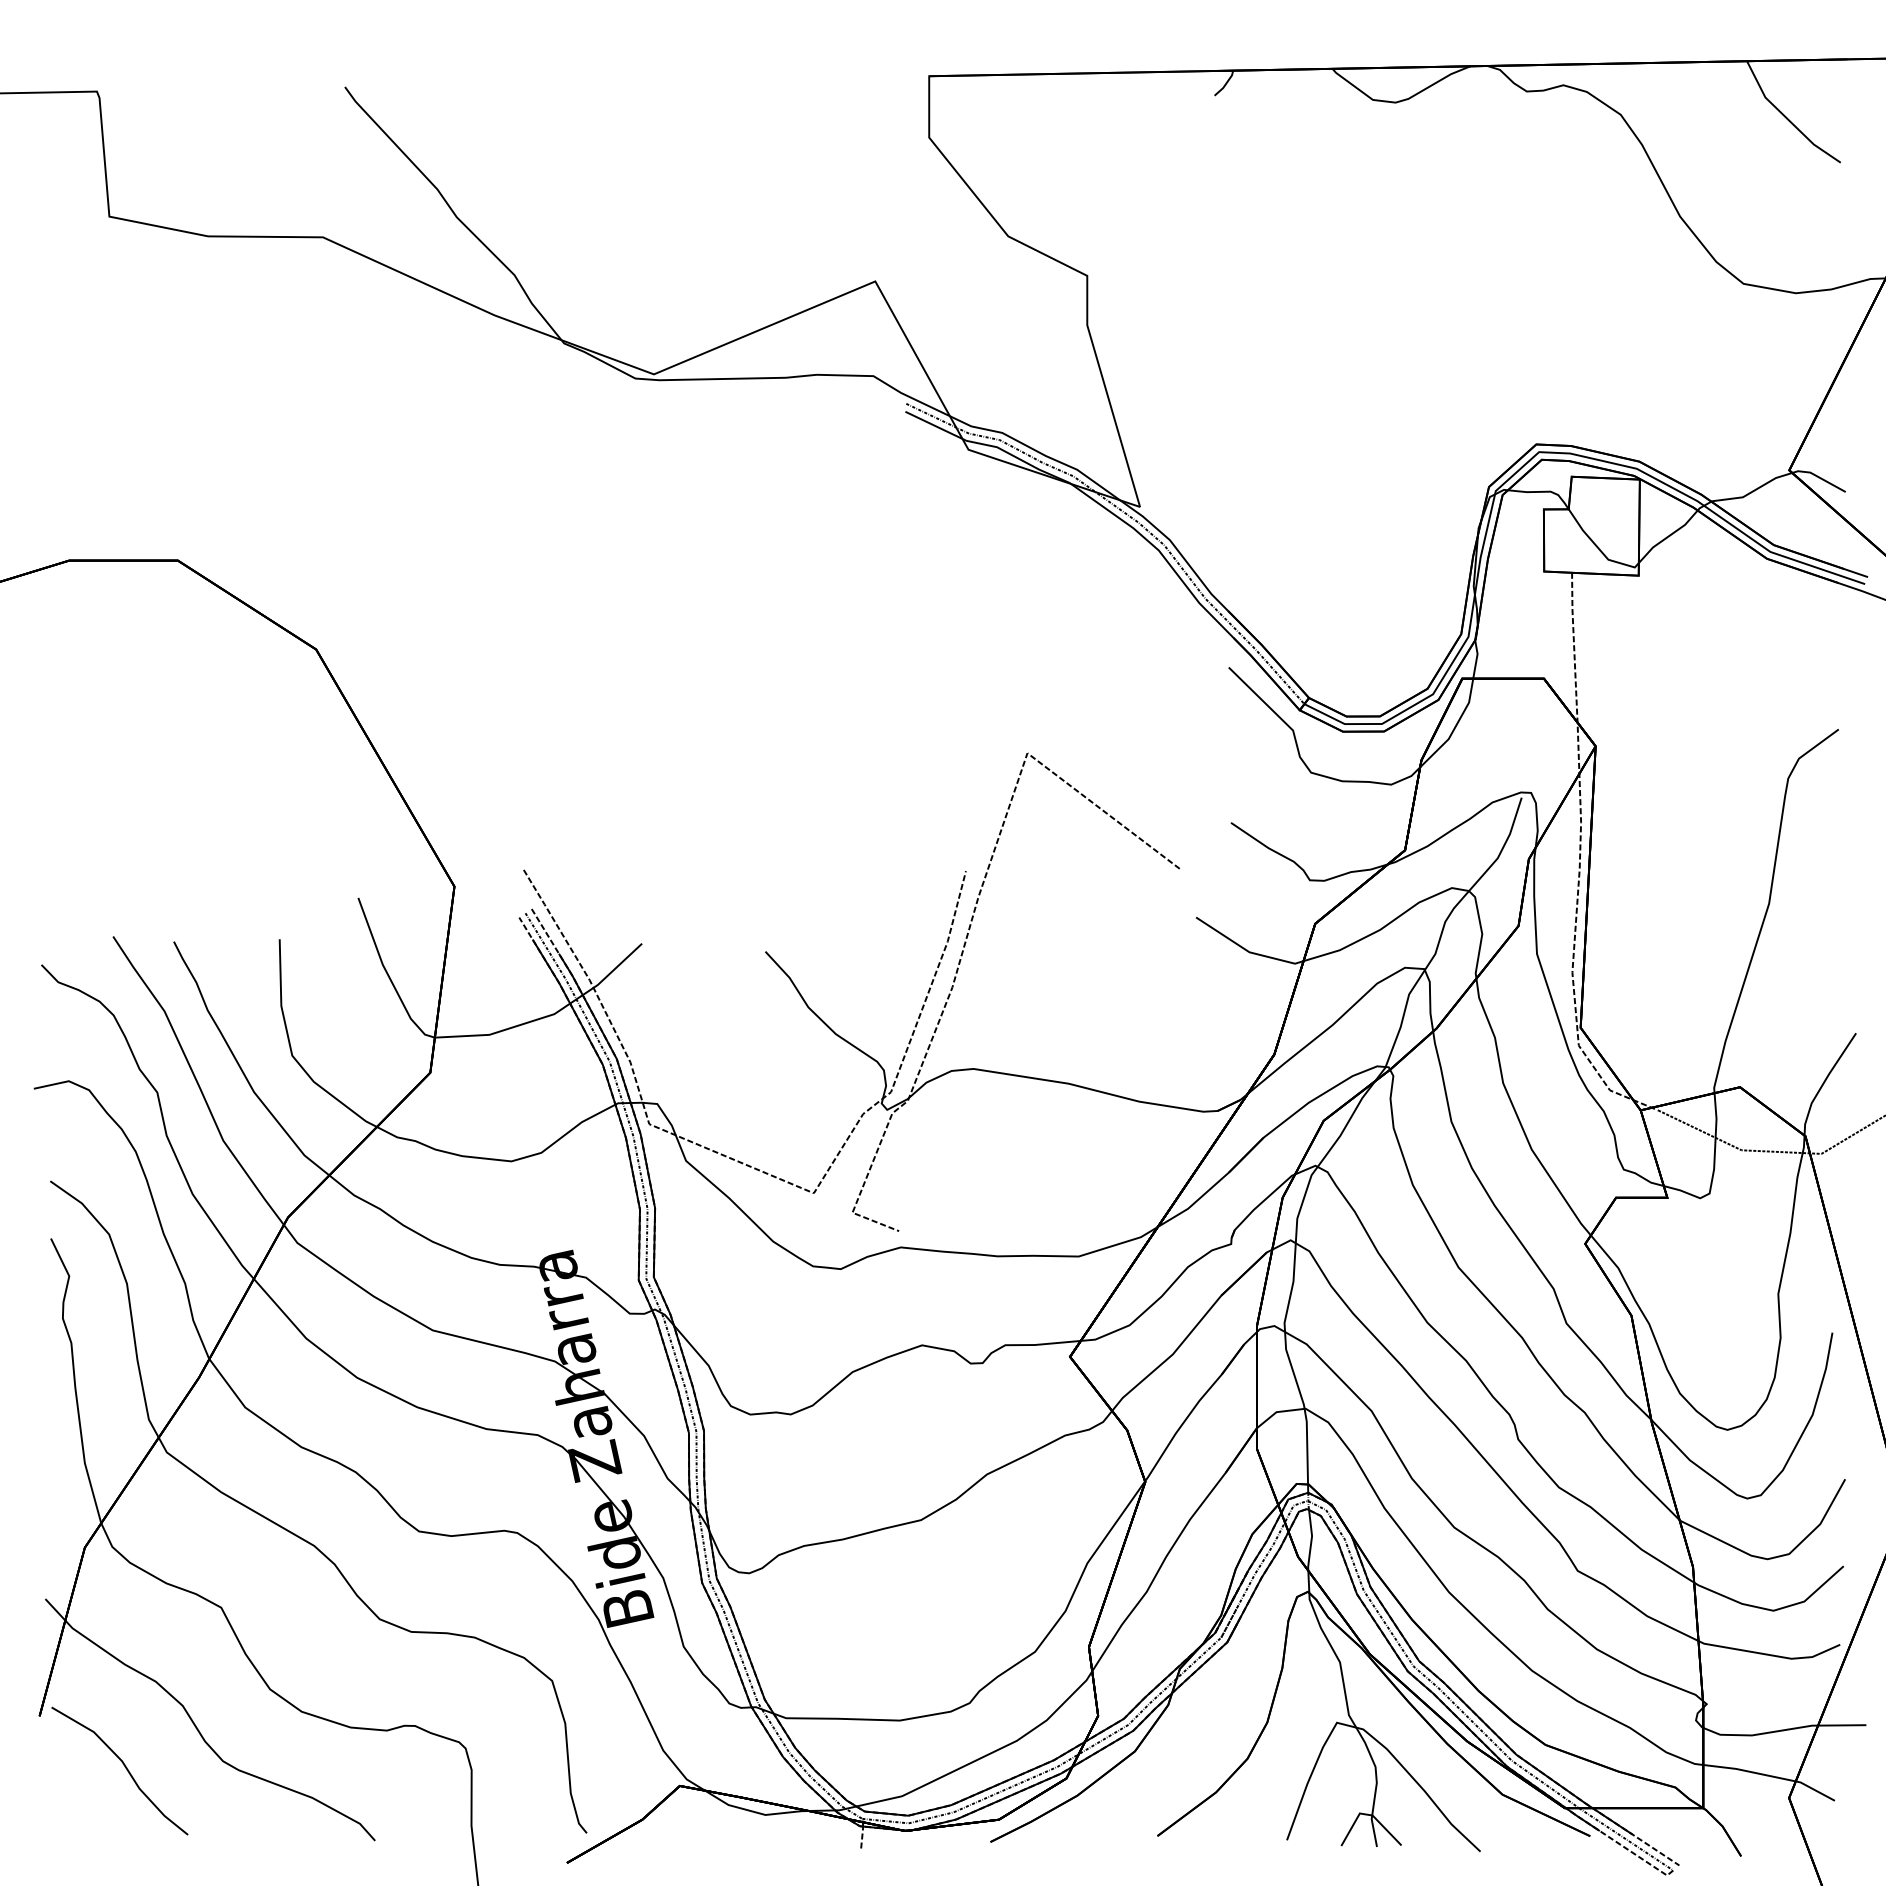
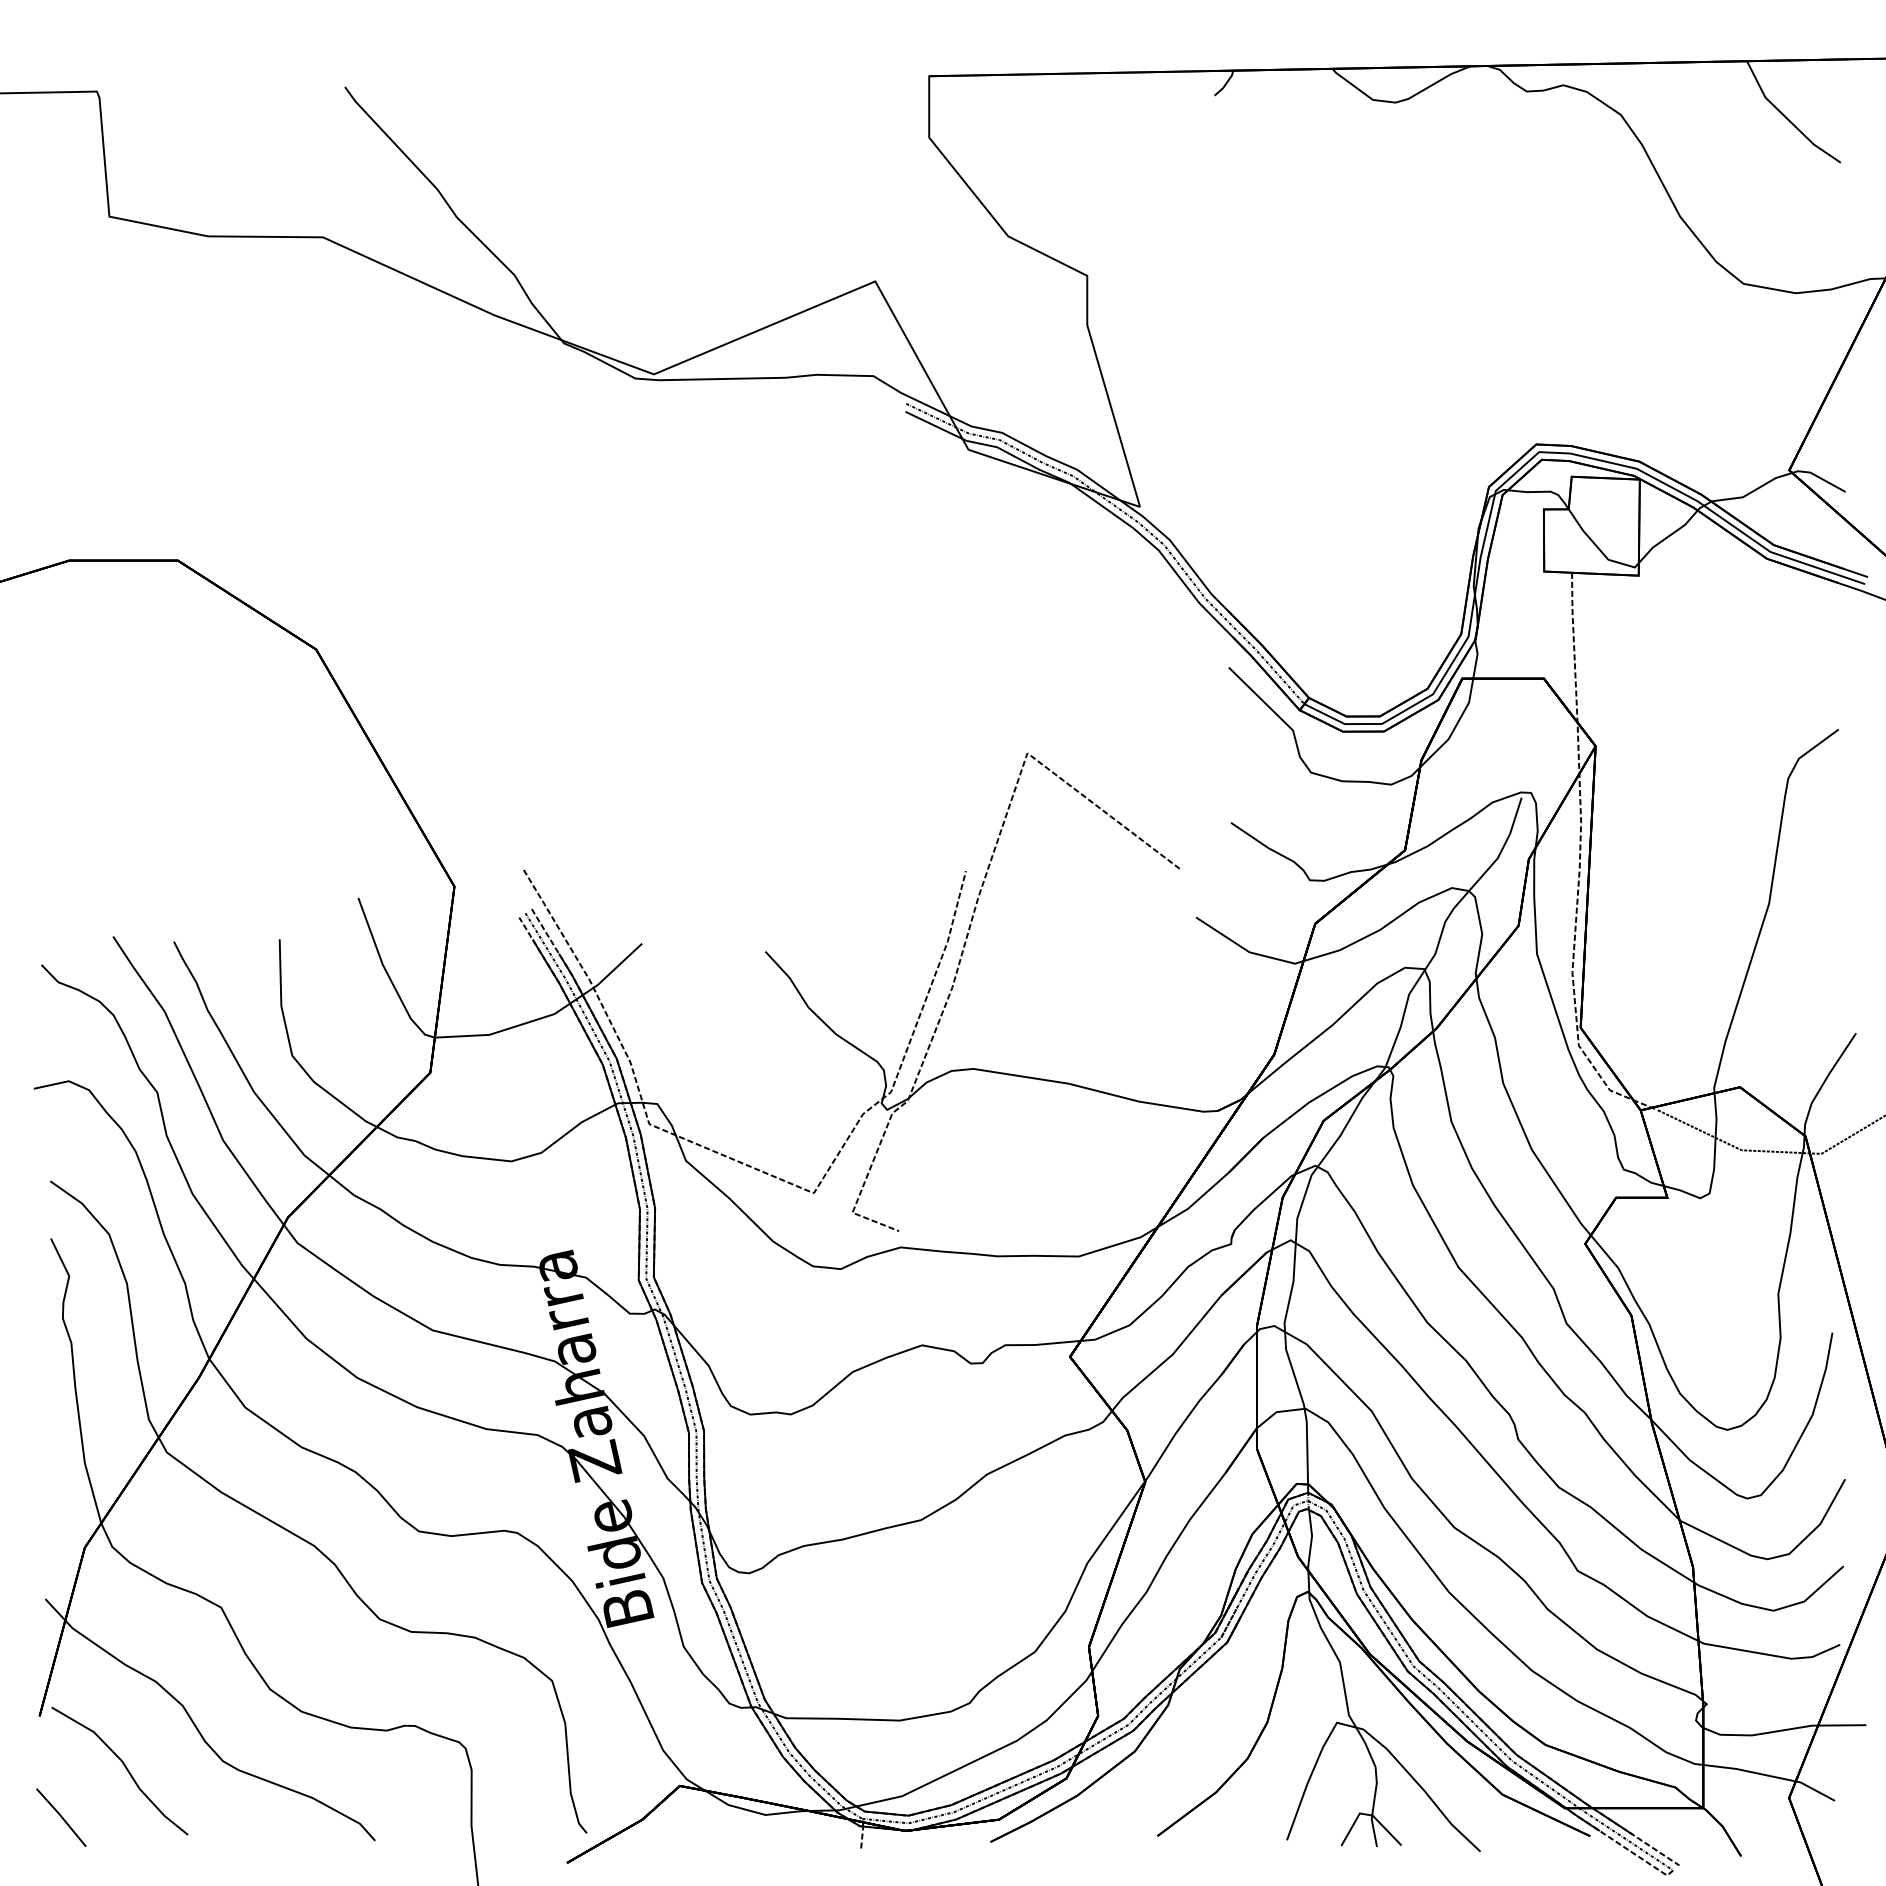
line at (61, 1817): none -> present
